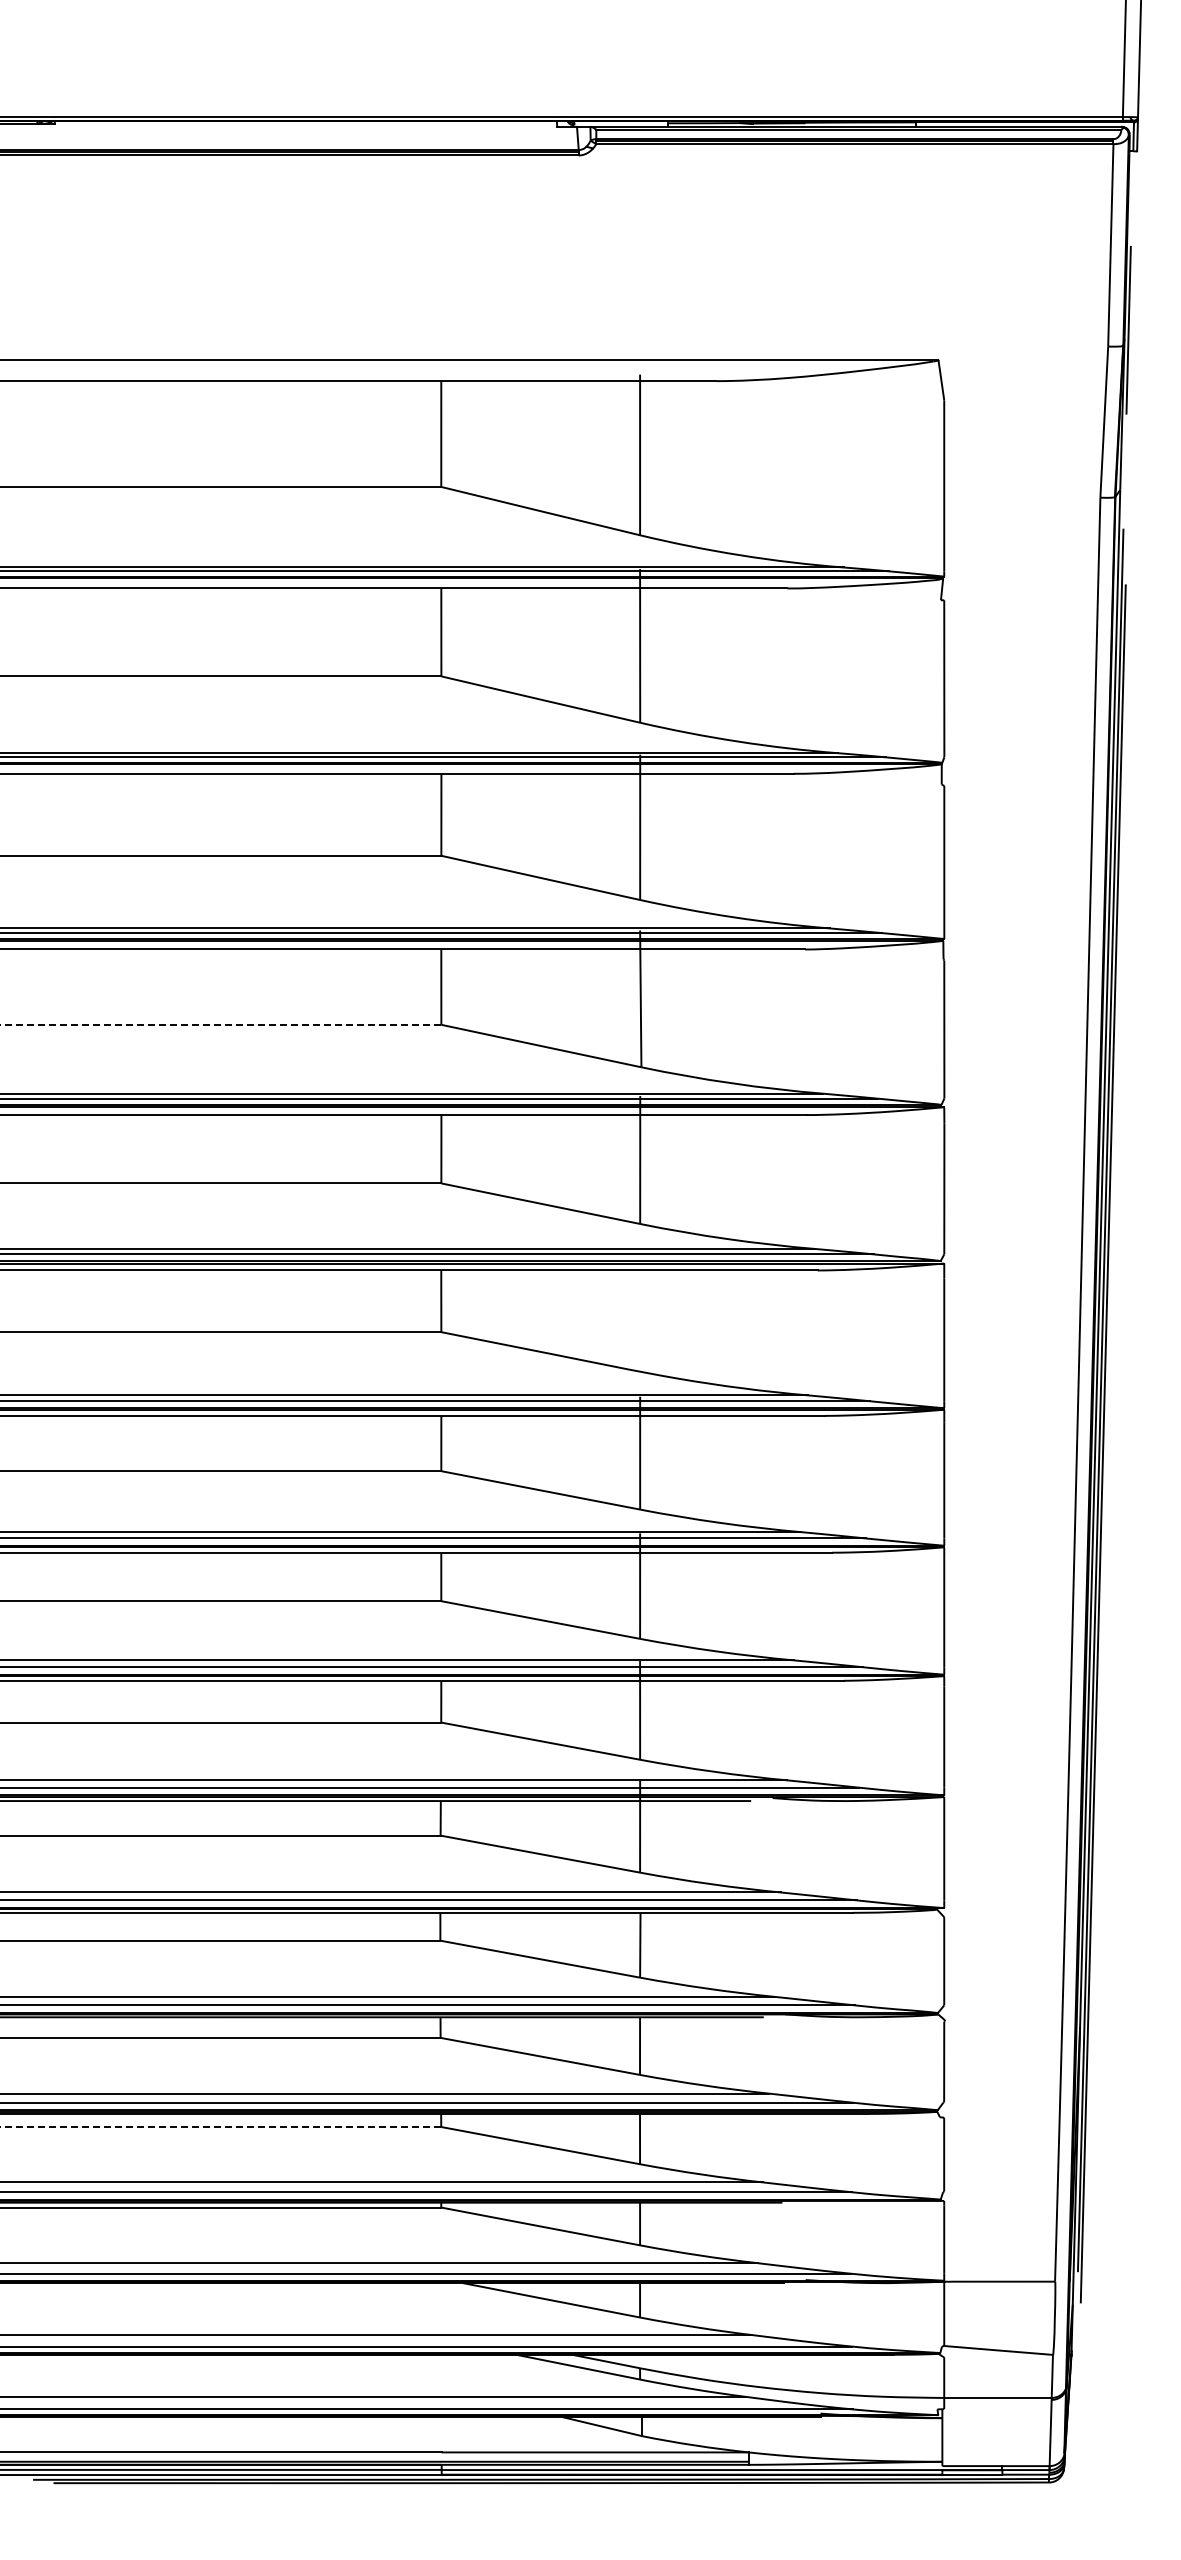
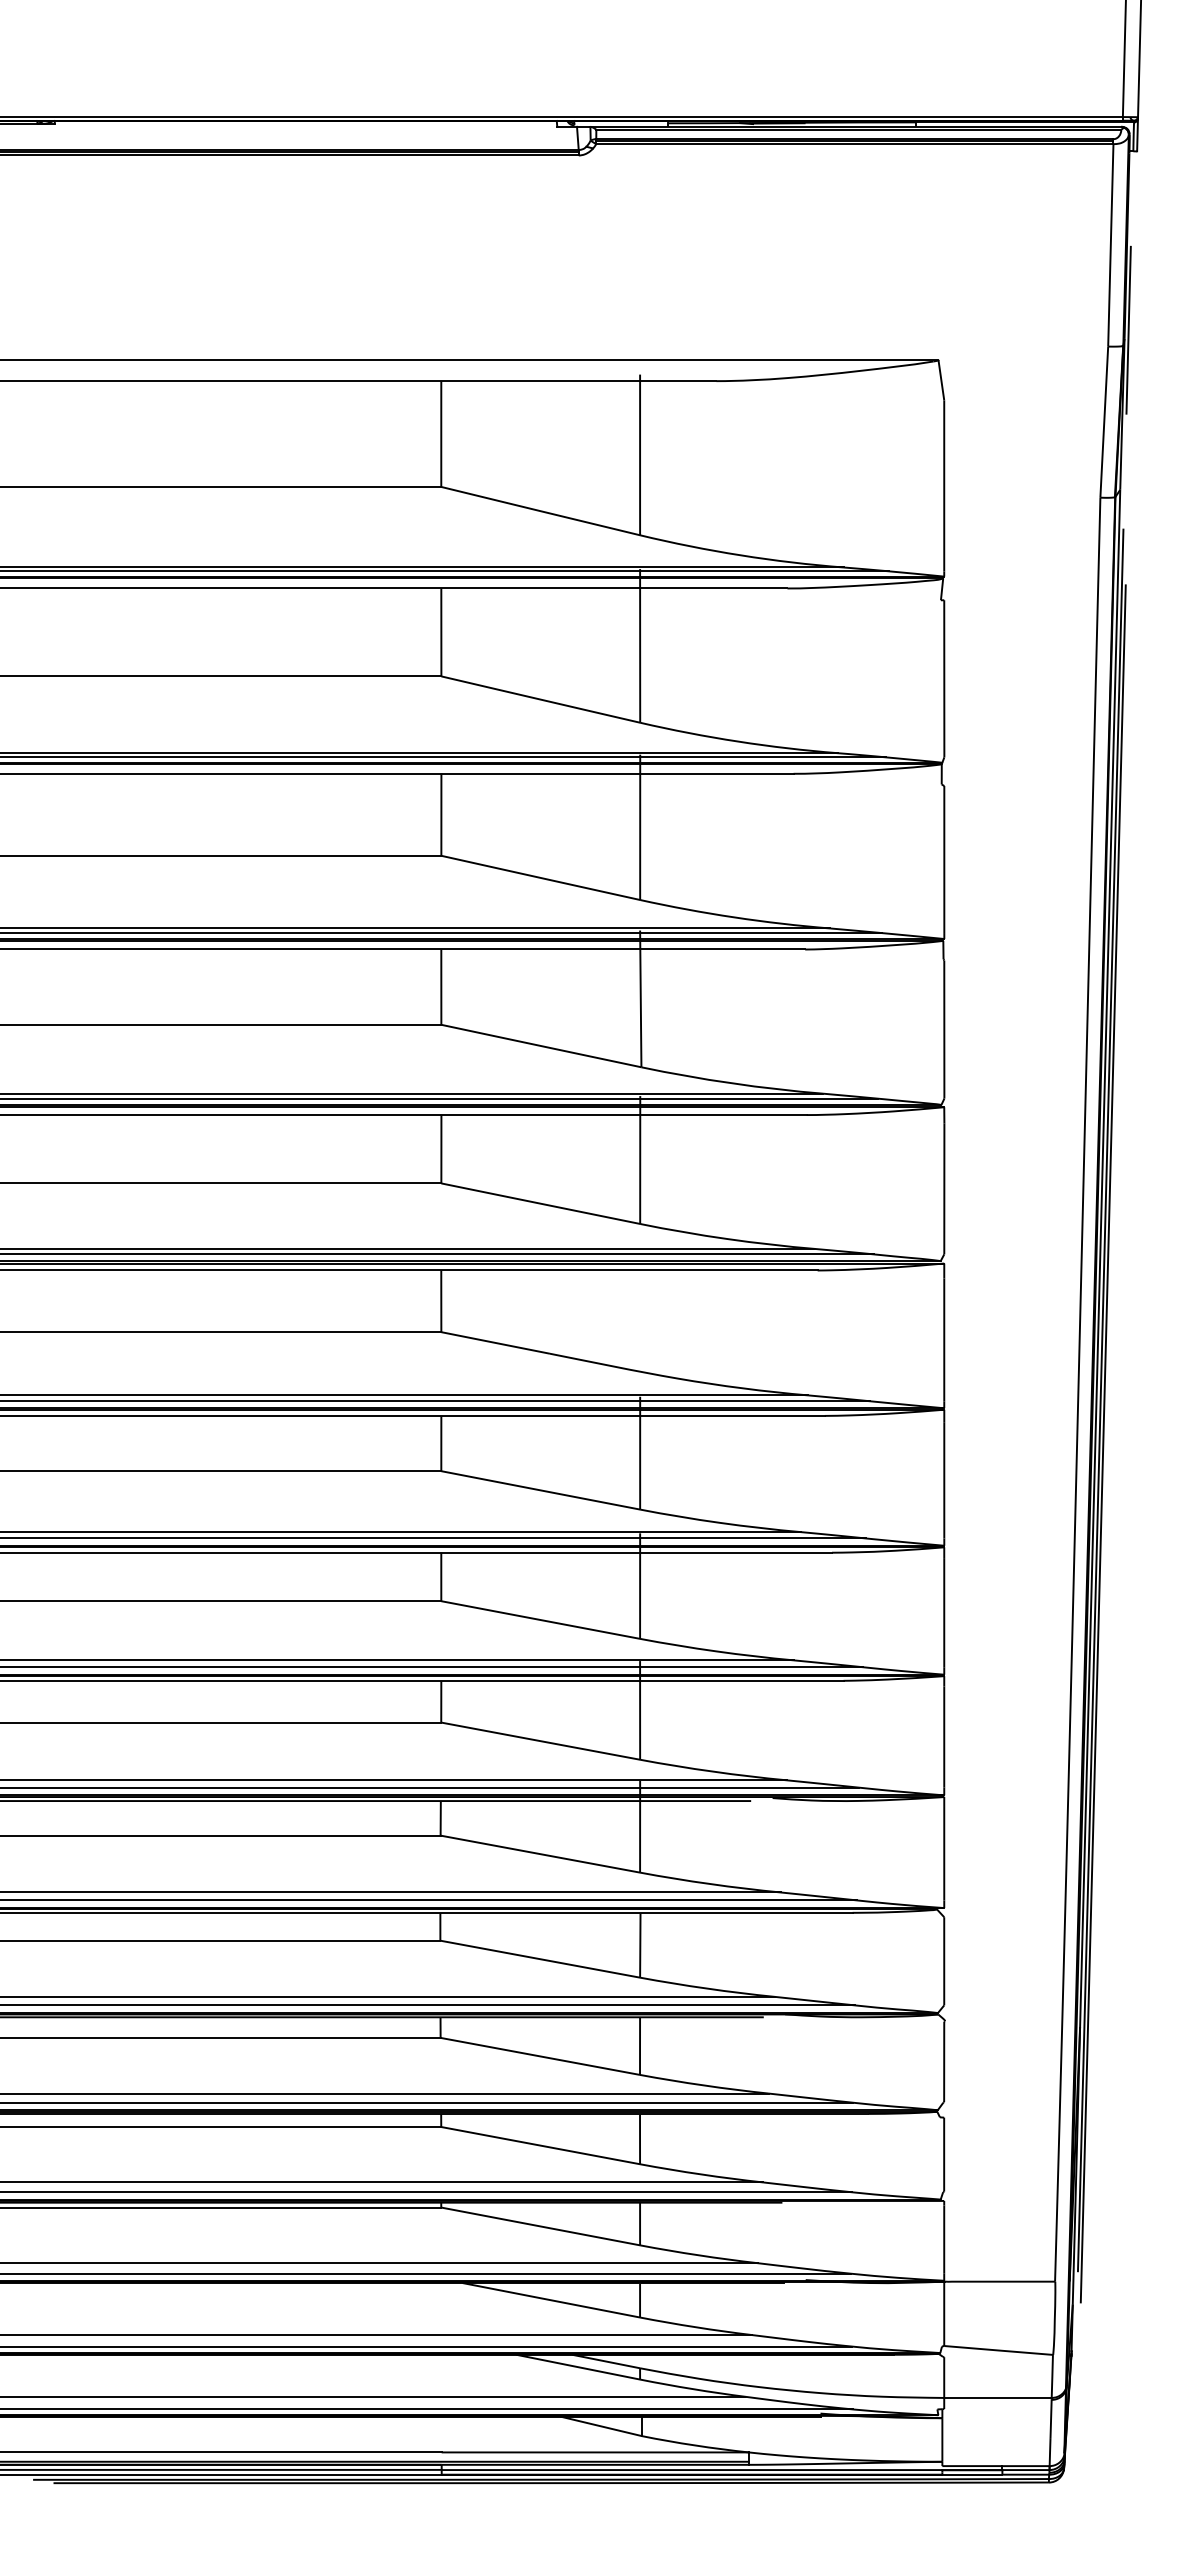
line at (220, 1024): dashed -> solid
line at (220, 2127): dashed -> solid
